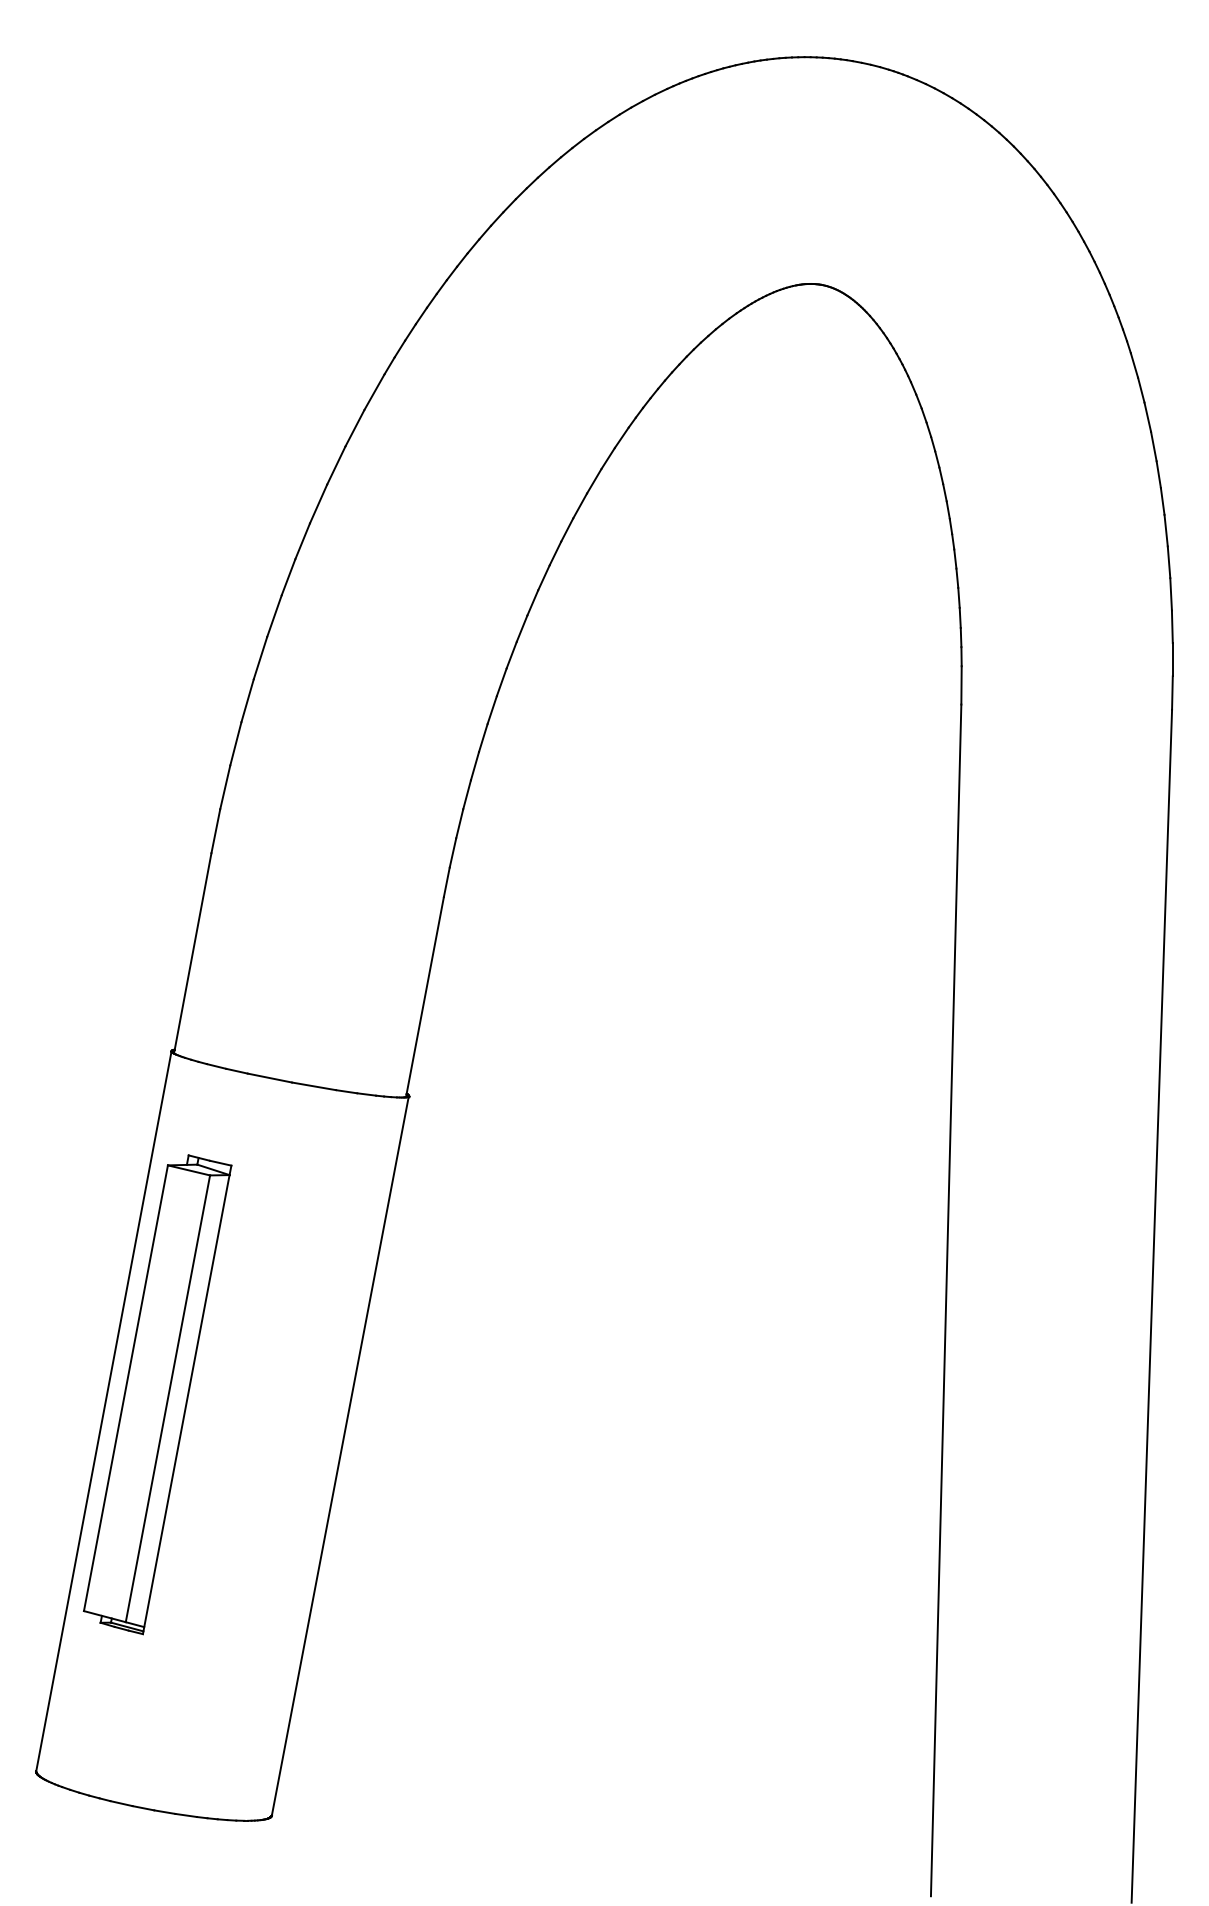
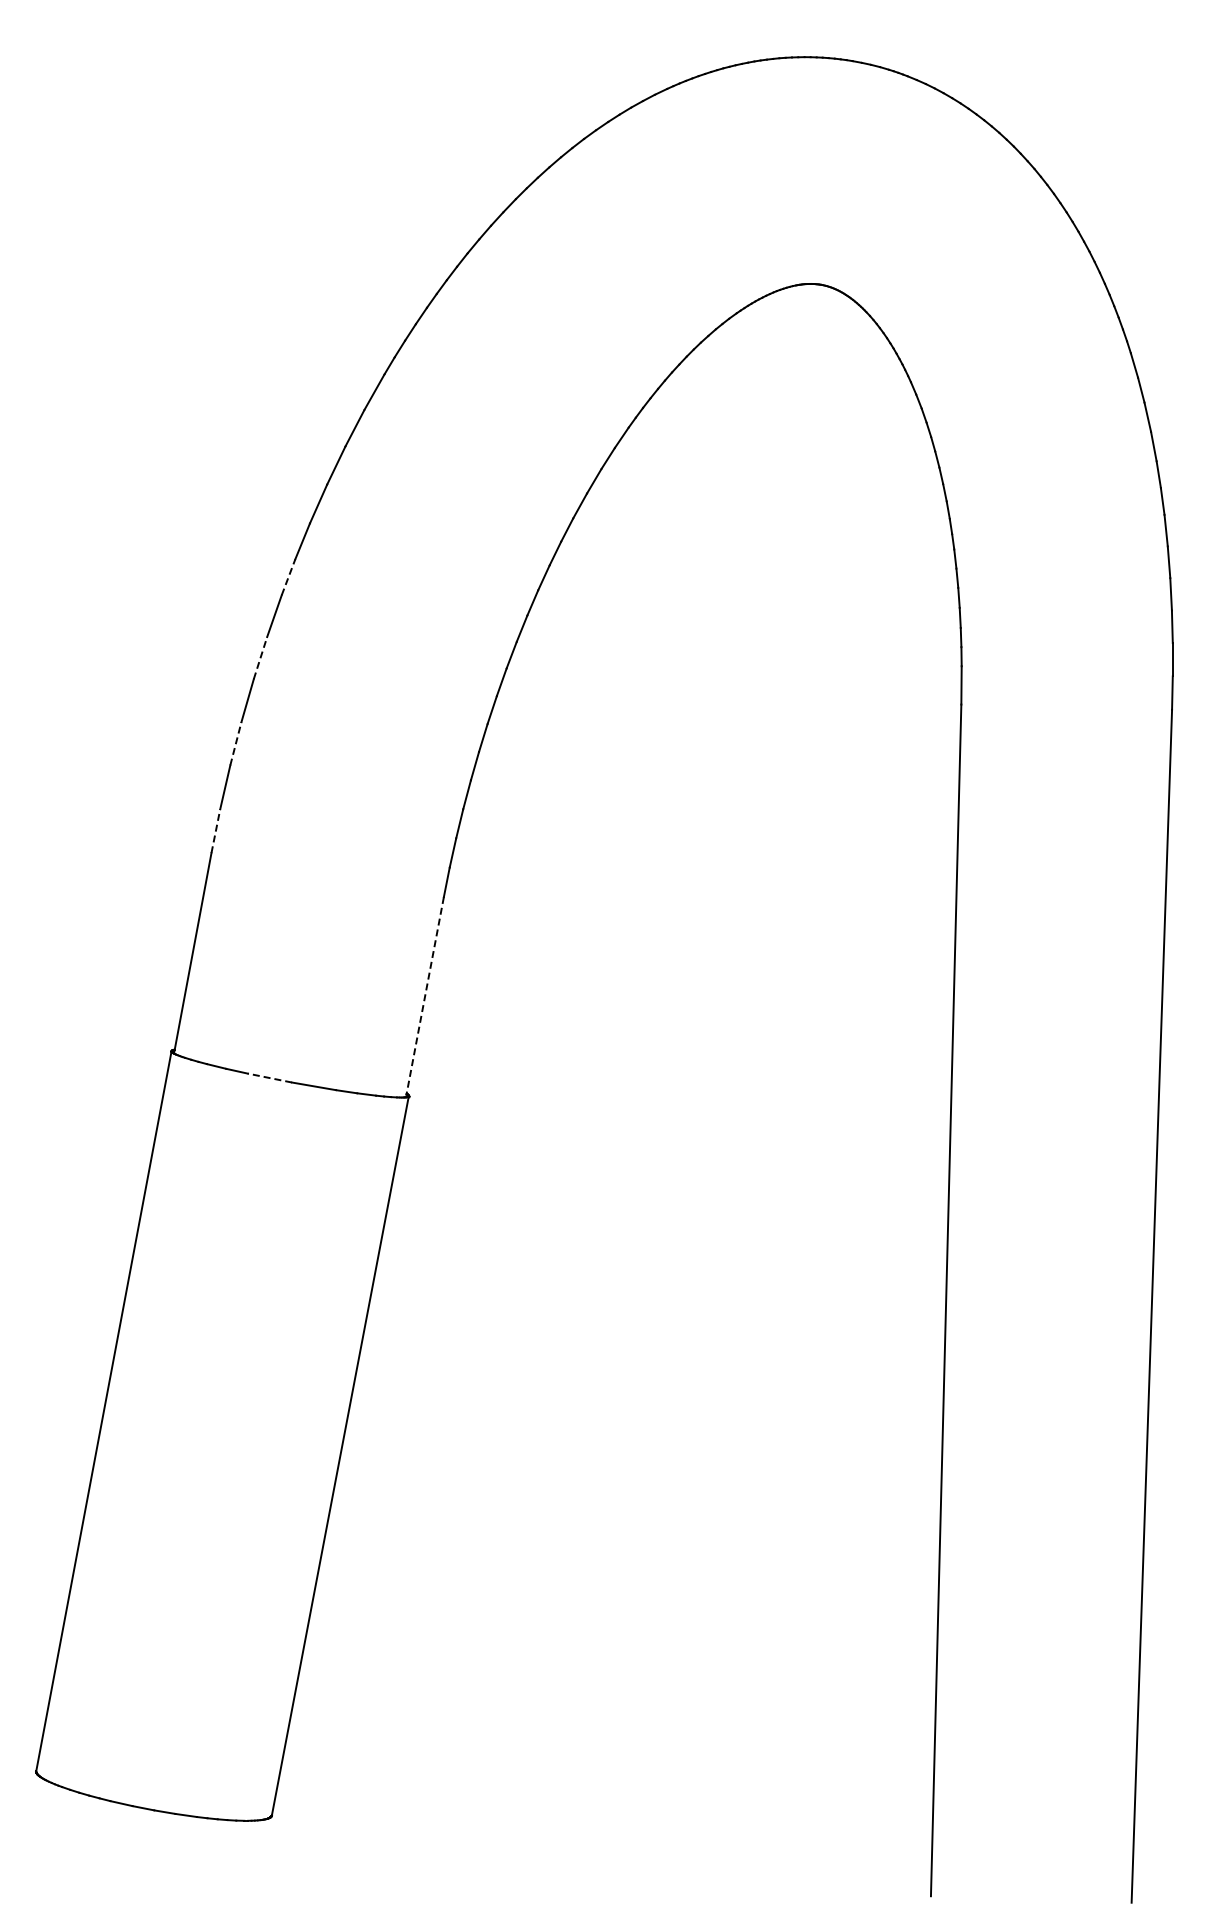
line at (288, 576): solid -> dashed
line at (260, 657): solid -> dashed
line at (236, 743): solid -> dashed
line at (215, 830): solid -> dashed
line at (425, 996): solid -> dashed
line at (269, 1078): solid -> dashed
part at (157, 1394): present -> none
